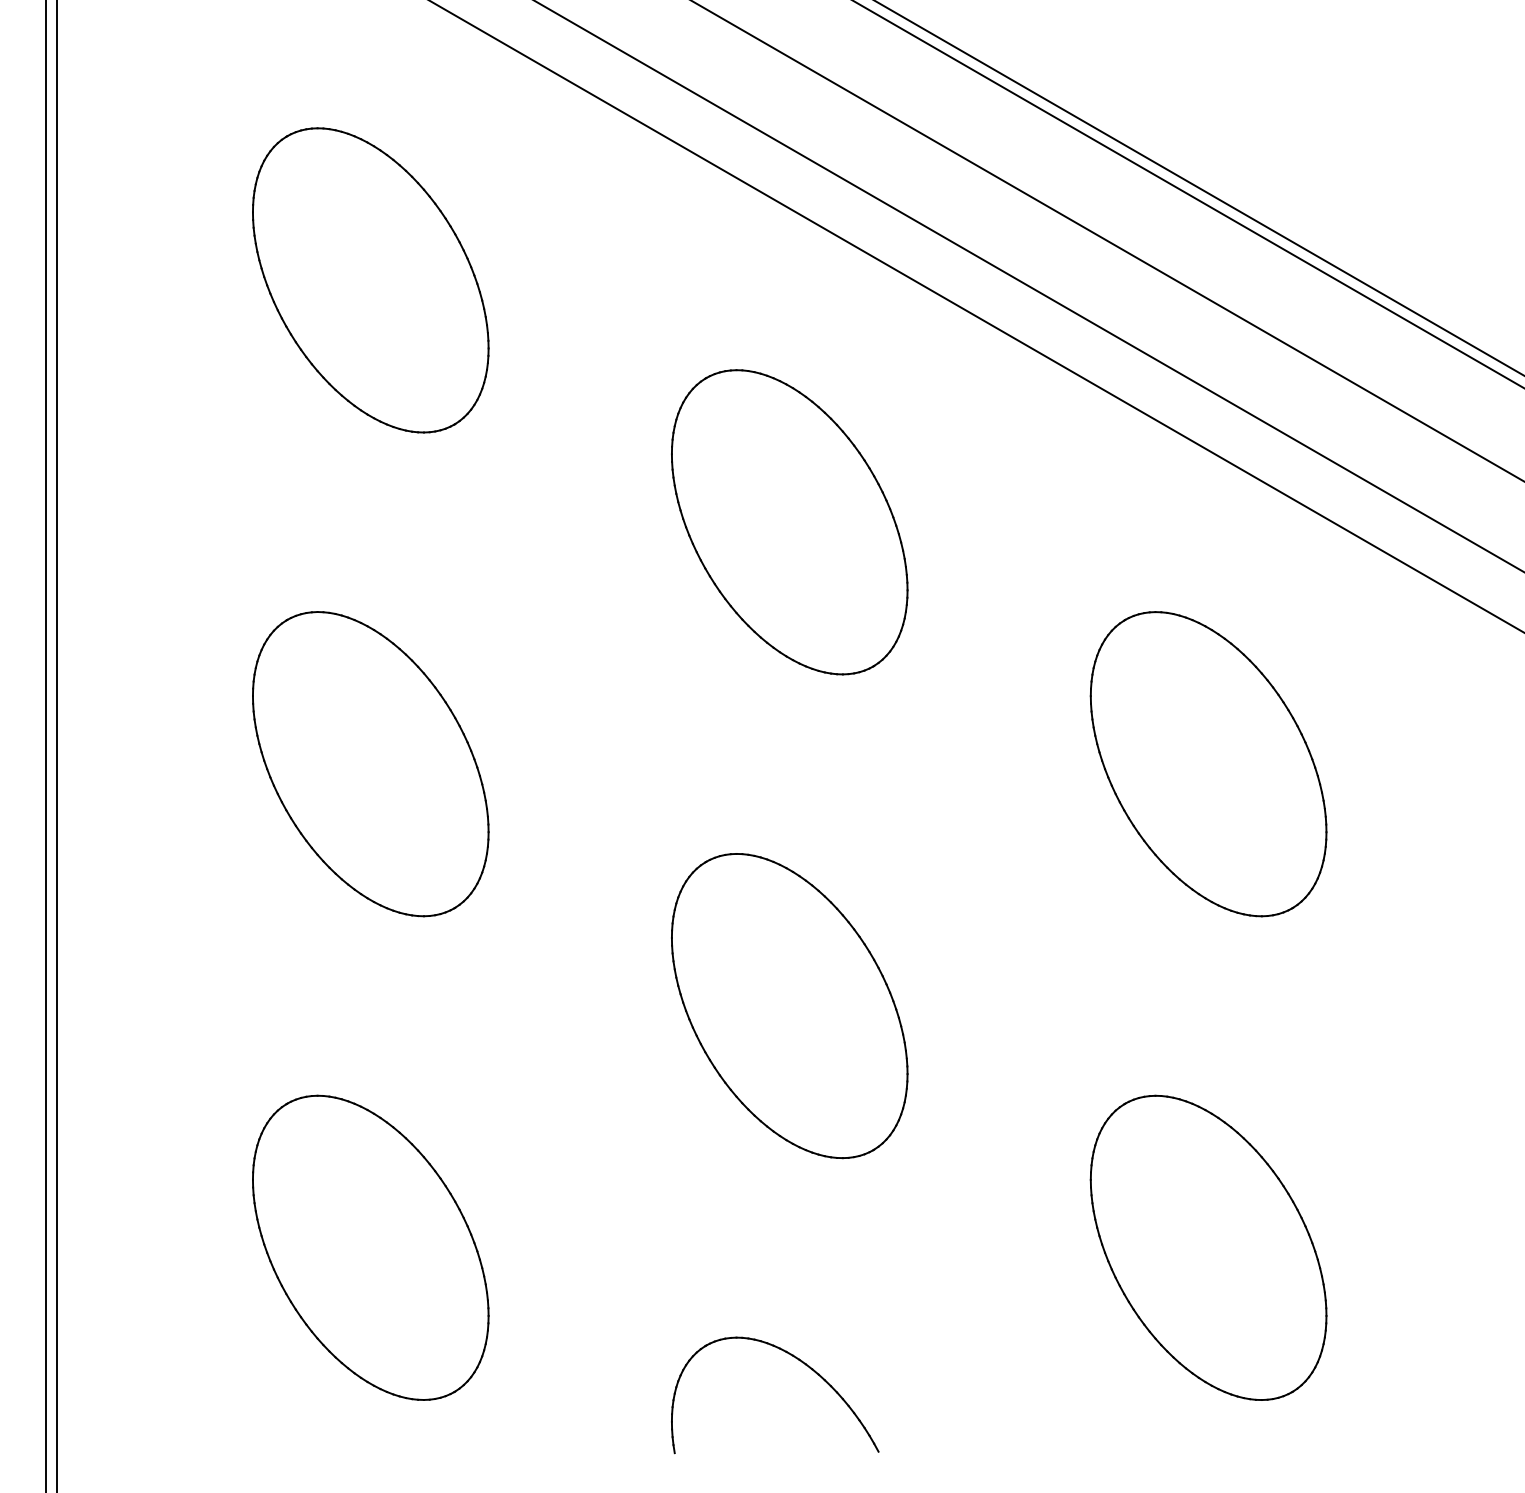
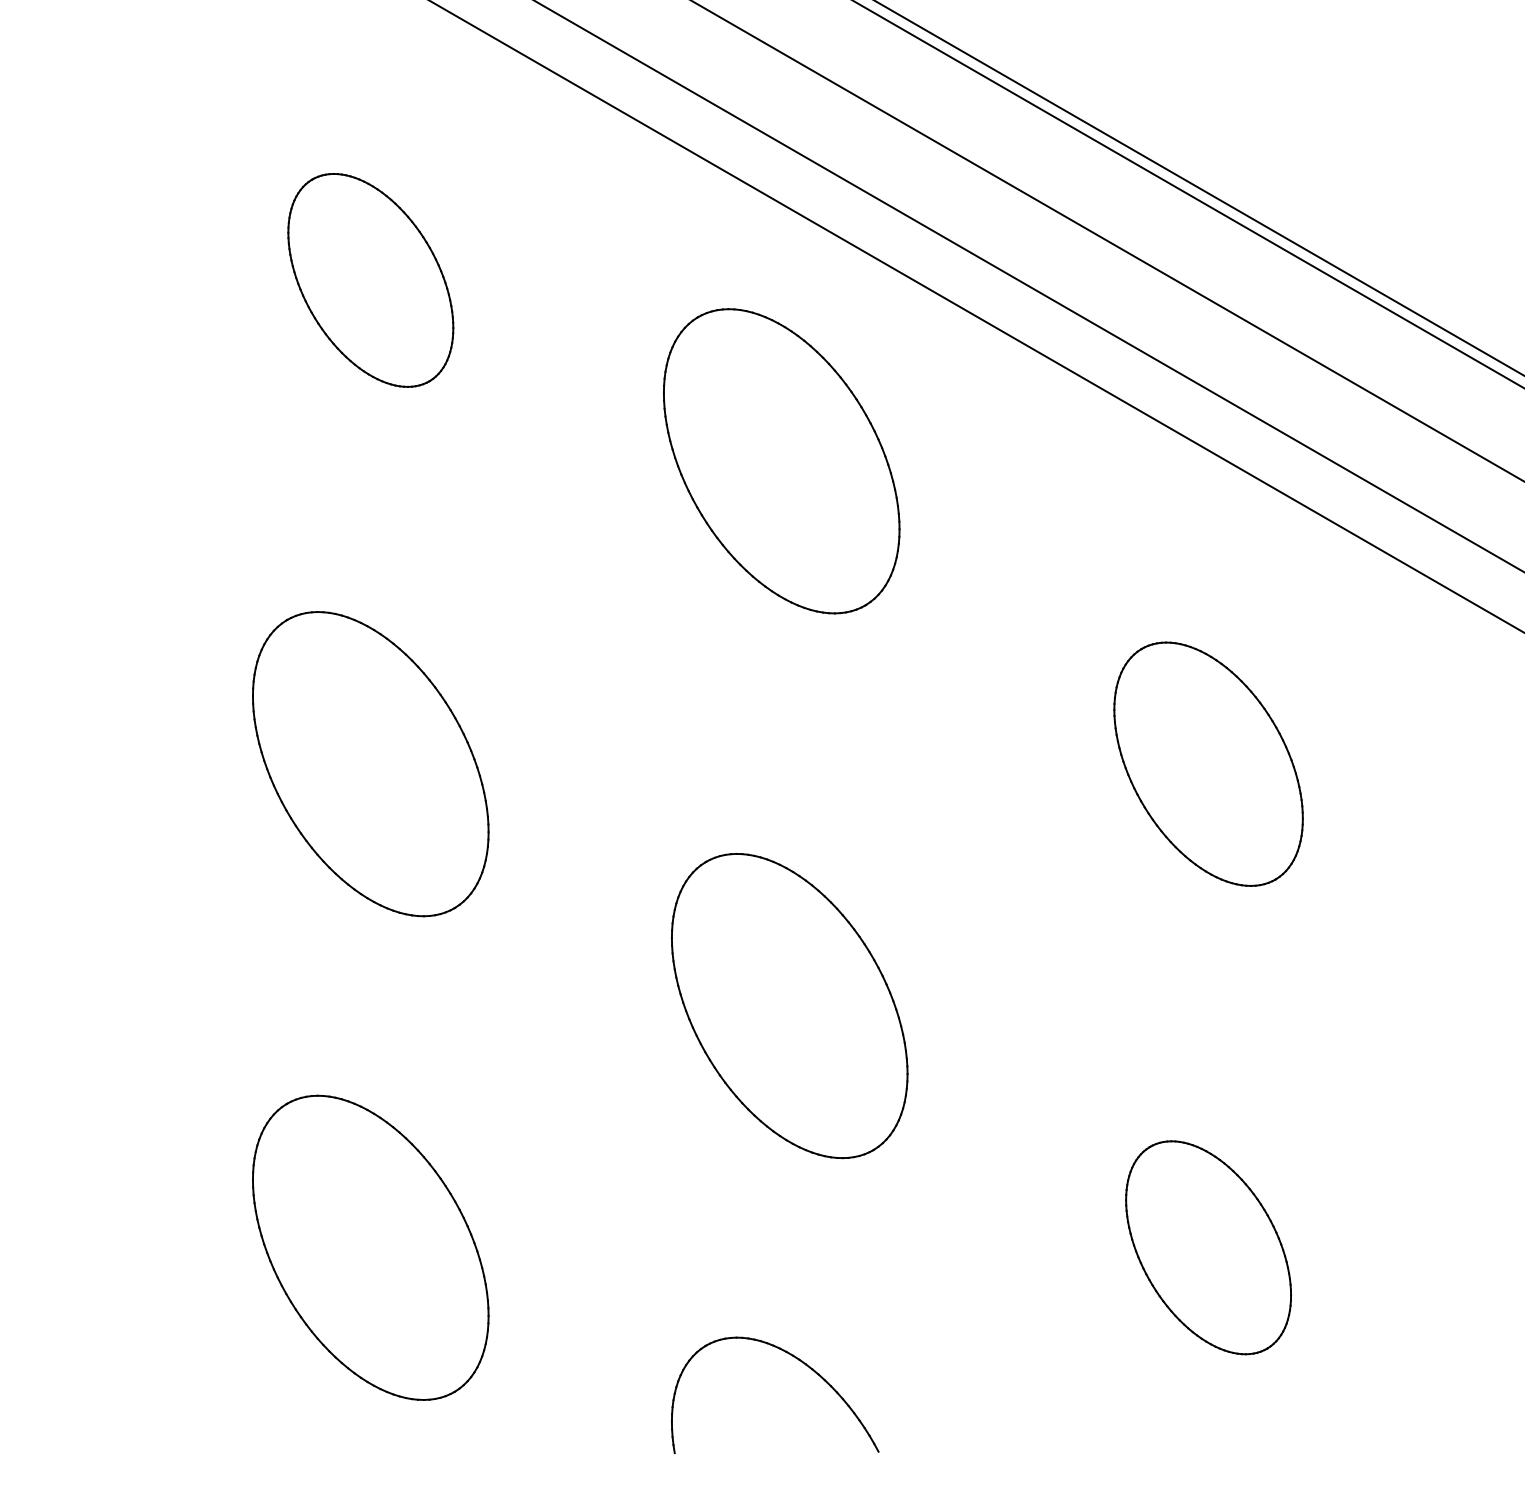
part at (370, 280) size: 238x307 px -> 168x215 px
part at (789, 522) position: (789, 522) -> (781, 461)
line at (45, 745): present -> none
line at (56, 745): present -> none
part at (1208, 764) size: 239x307 px -> 191x246 px
part at (1208, 1247) size: 239x307 px -> 167x216 px
